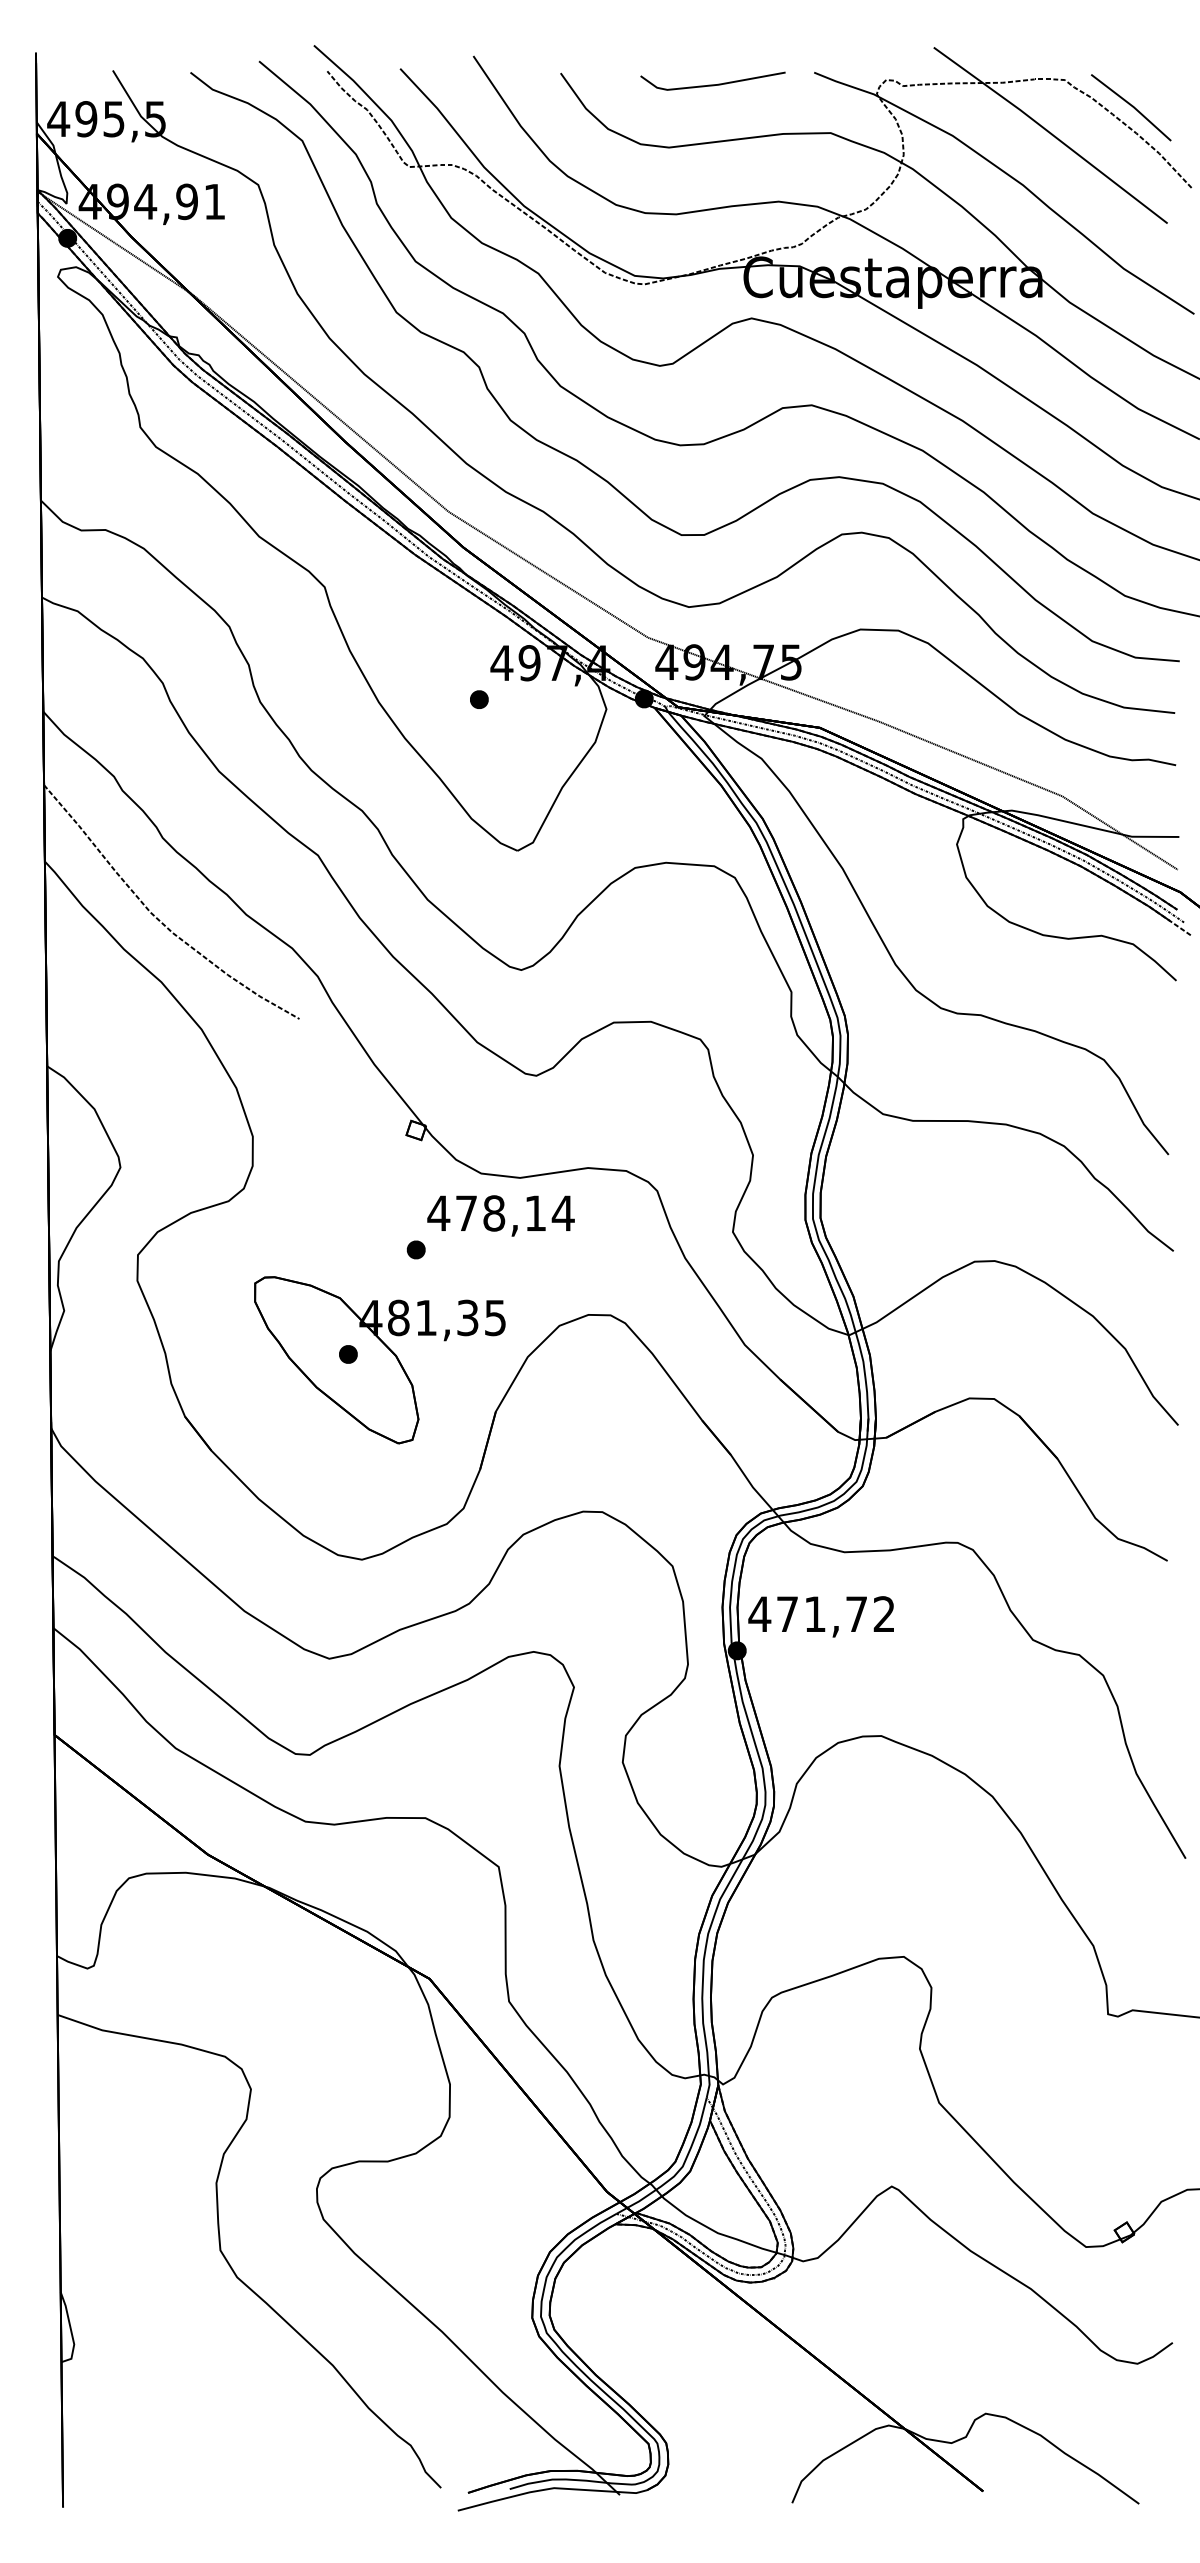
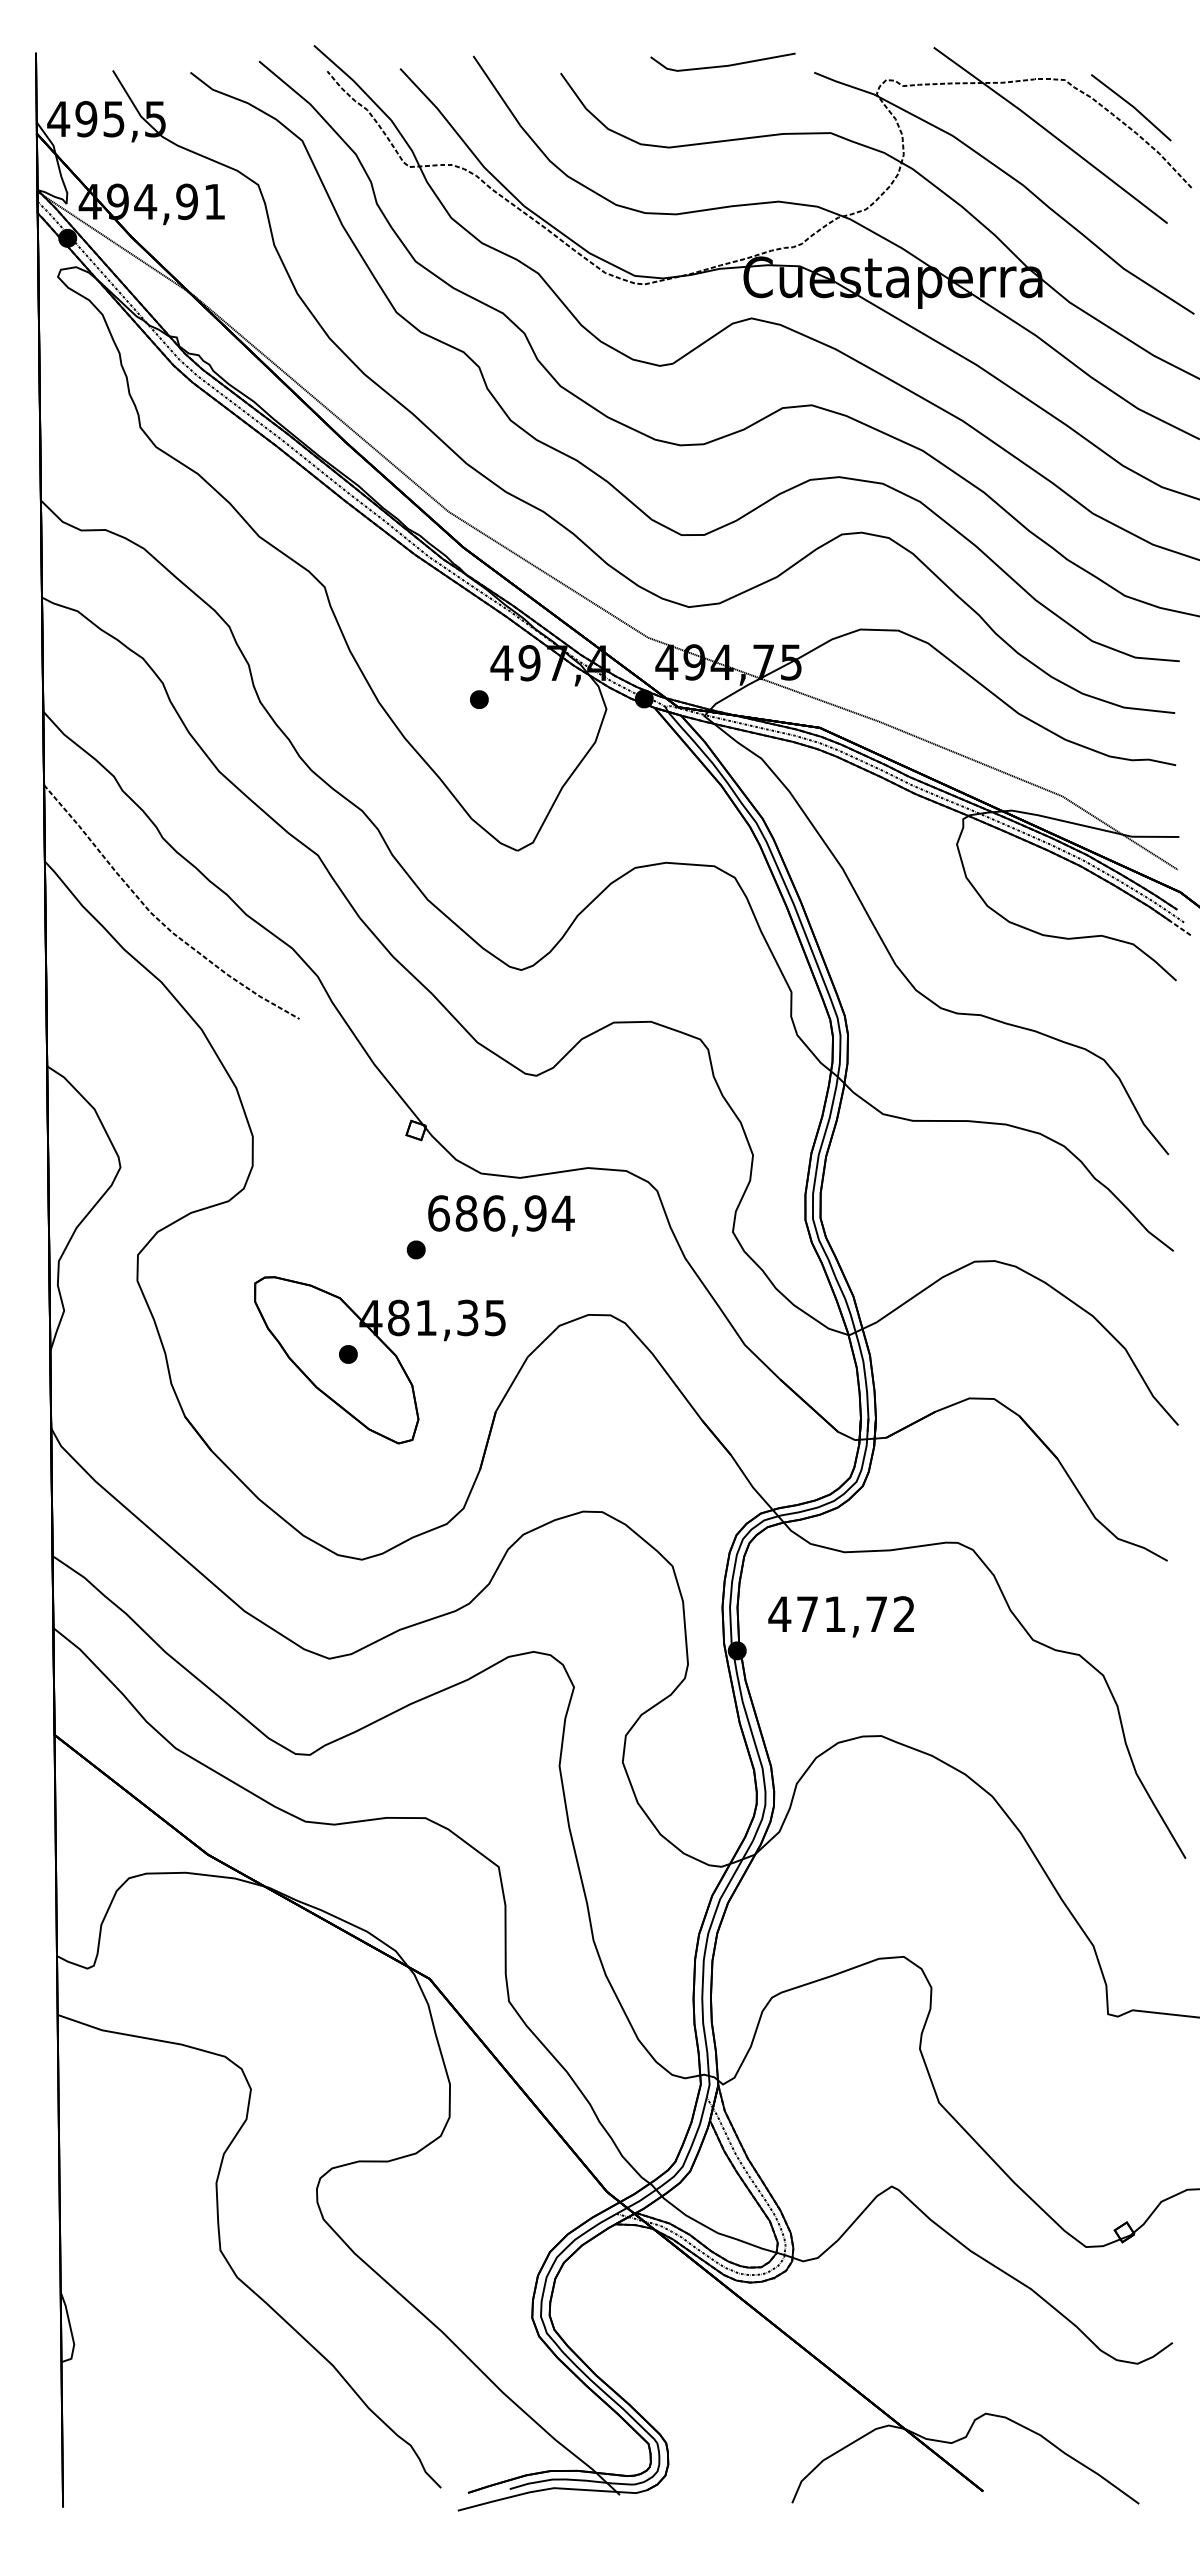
line at (712, 84) position: (712, 84) -> (722, 65)
text at (486, 1213): 478,14 -> 686,94
text at (820, 1616) position: (820, 1616) -> (840, 1616)
